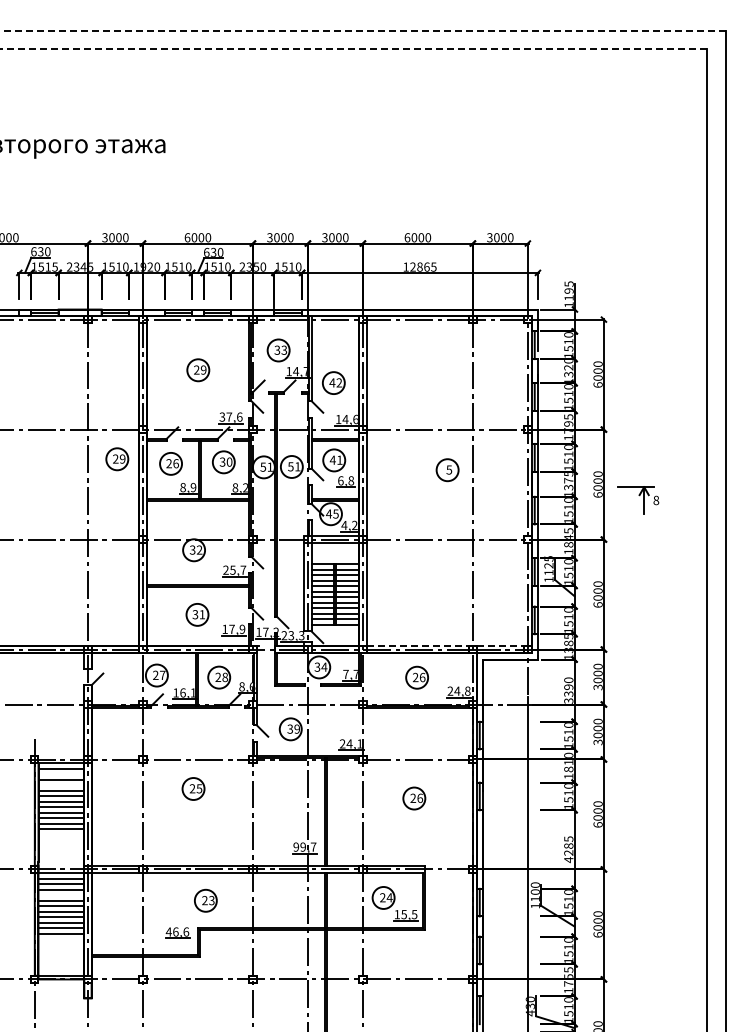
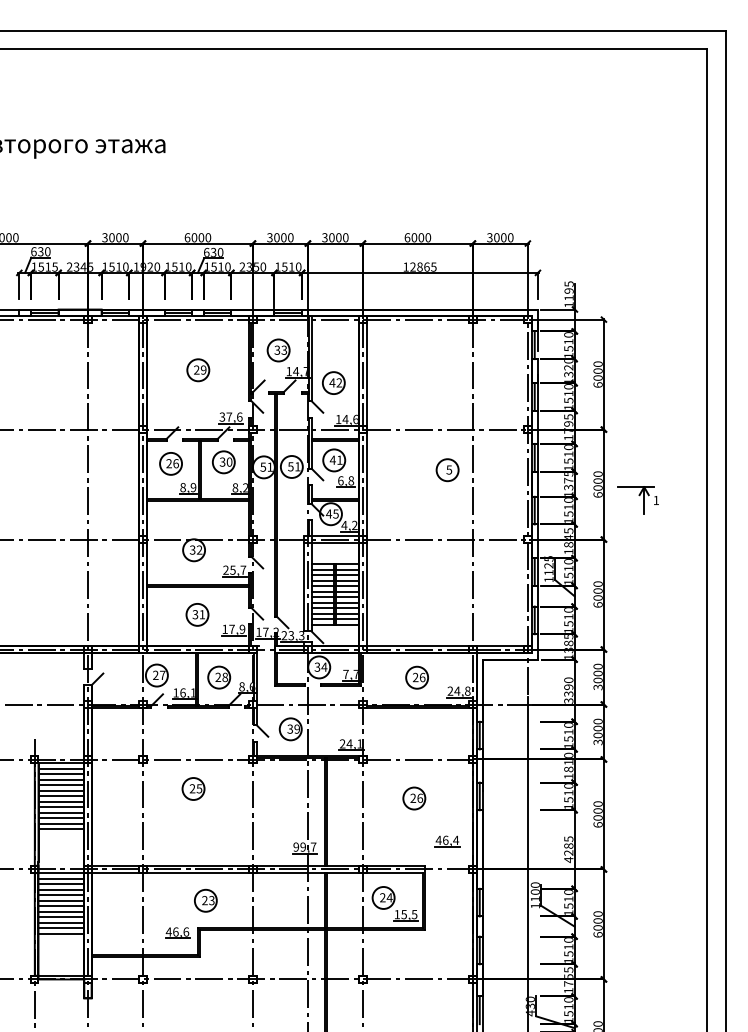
line at (362, 30): dashed -> solid
line at (354, 49): dashed -> solid
part at (117, 459): present -> none
text at (656, 500): 8 -> 1
line at (445, 645): dashed -> solid
line at (61, 774): none -> present
line at (61, 785): none -> present
part at (447, 841): none -> present
line at (61, 895): none -> present
